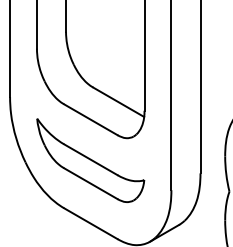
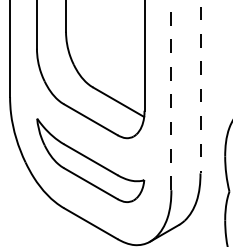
line at (200, 87): solid -> dashed
line at (171, 95): solid -> dashed
